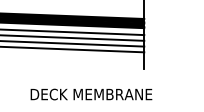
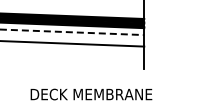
line at (72, 32): solid -> dashed
line at (73, 37): present -> none
line at (73, 49): present -> none
